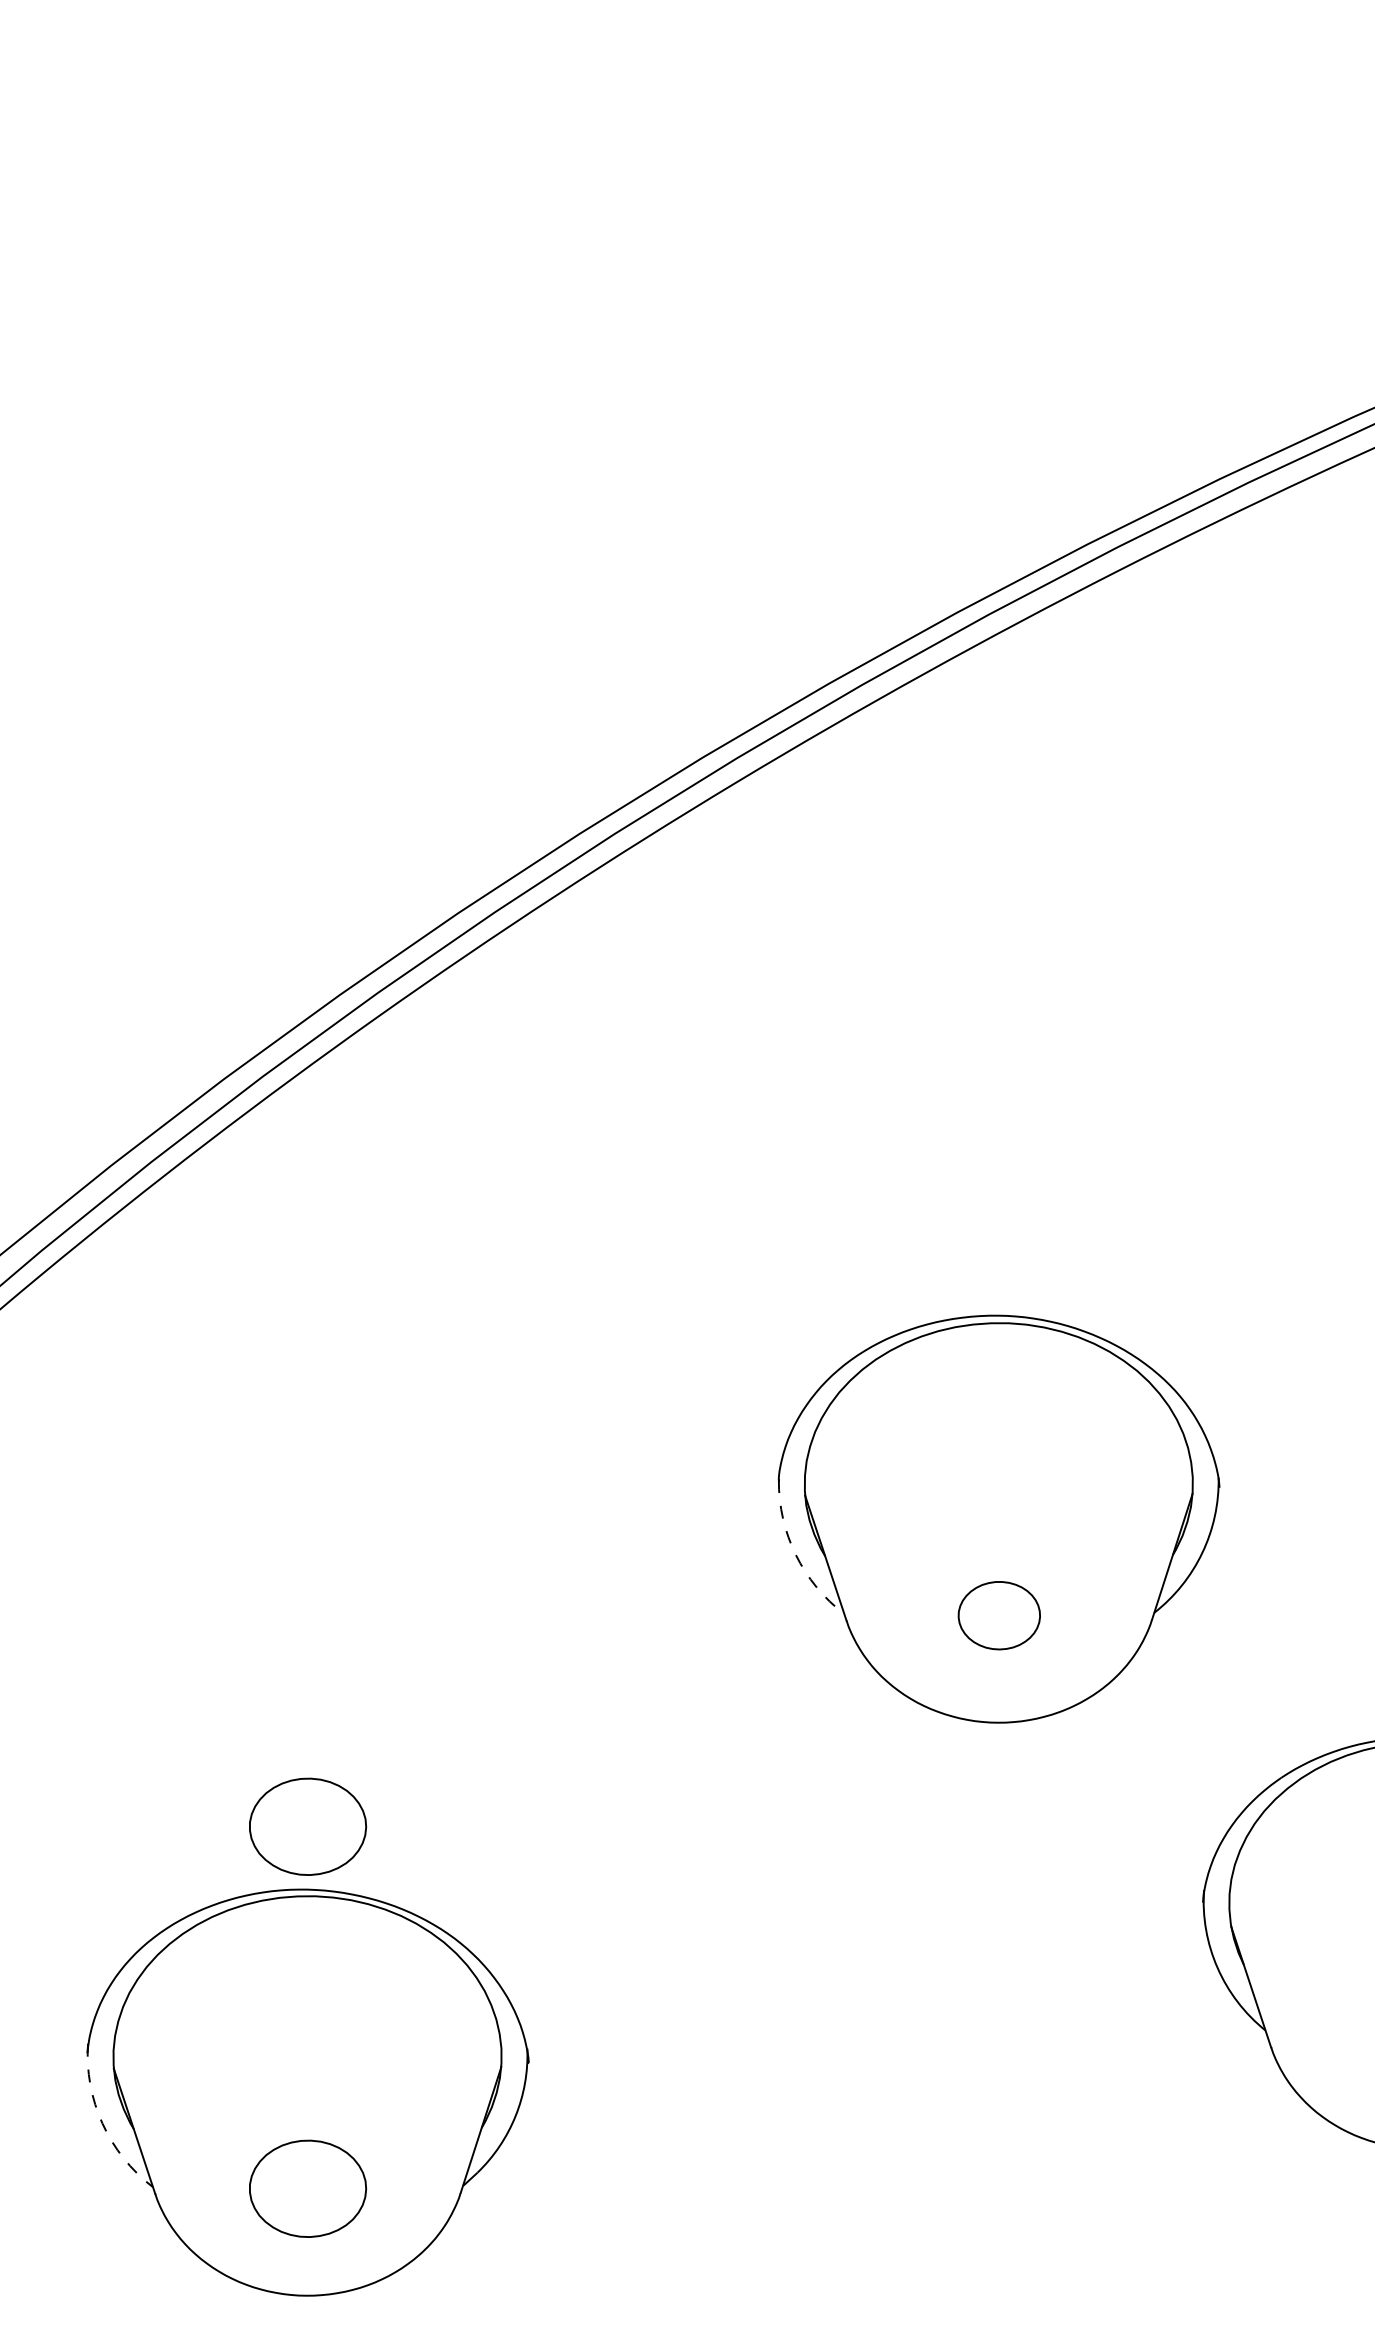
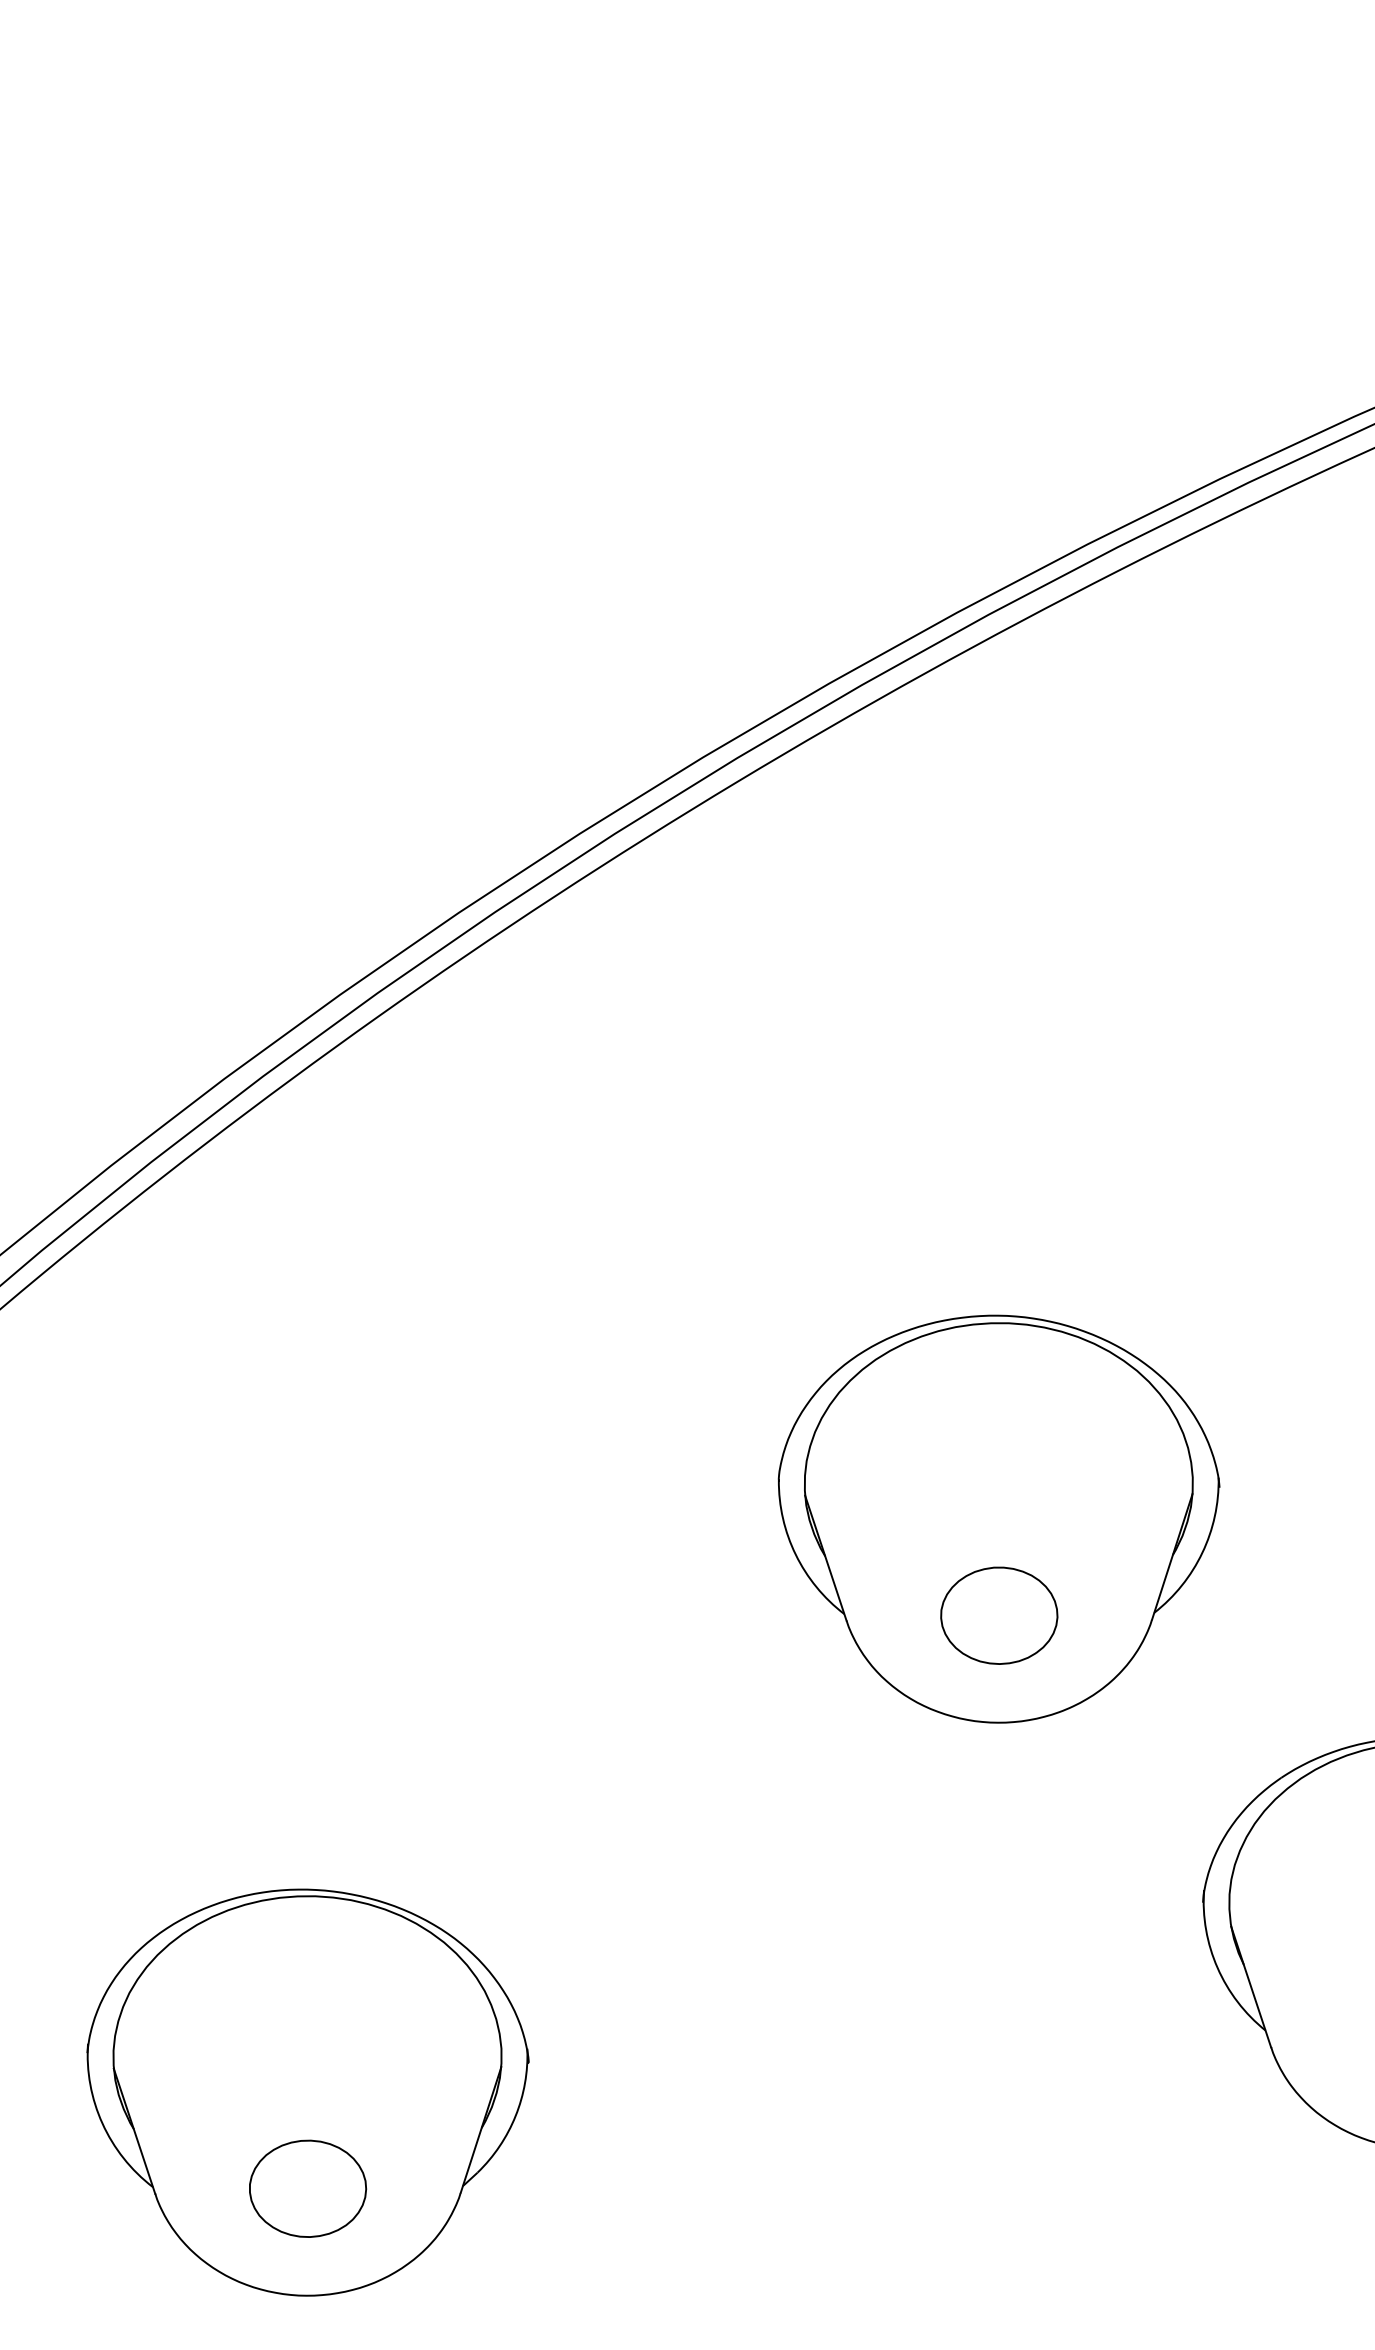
arc at (795, 1554): dashed -> solid
part at (998, 1615) size: 84x70 px -> 119x99 px
part at (308, 1826): present -> none
arc at (102, 2123): dashed -> solid
